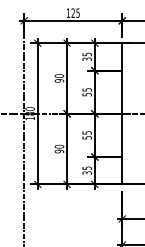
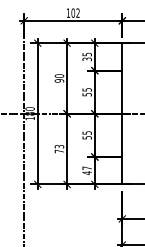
text at (75, 12): 125 -> 102
text at (59, 148): 90 -> 73
text at (86, 170): 35 -> 47
